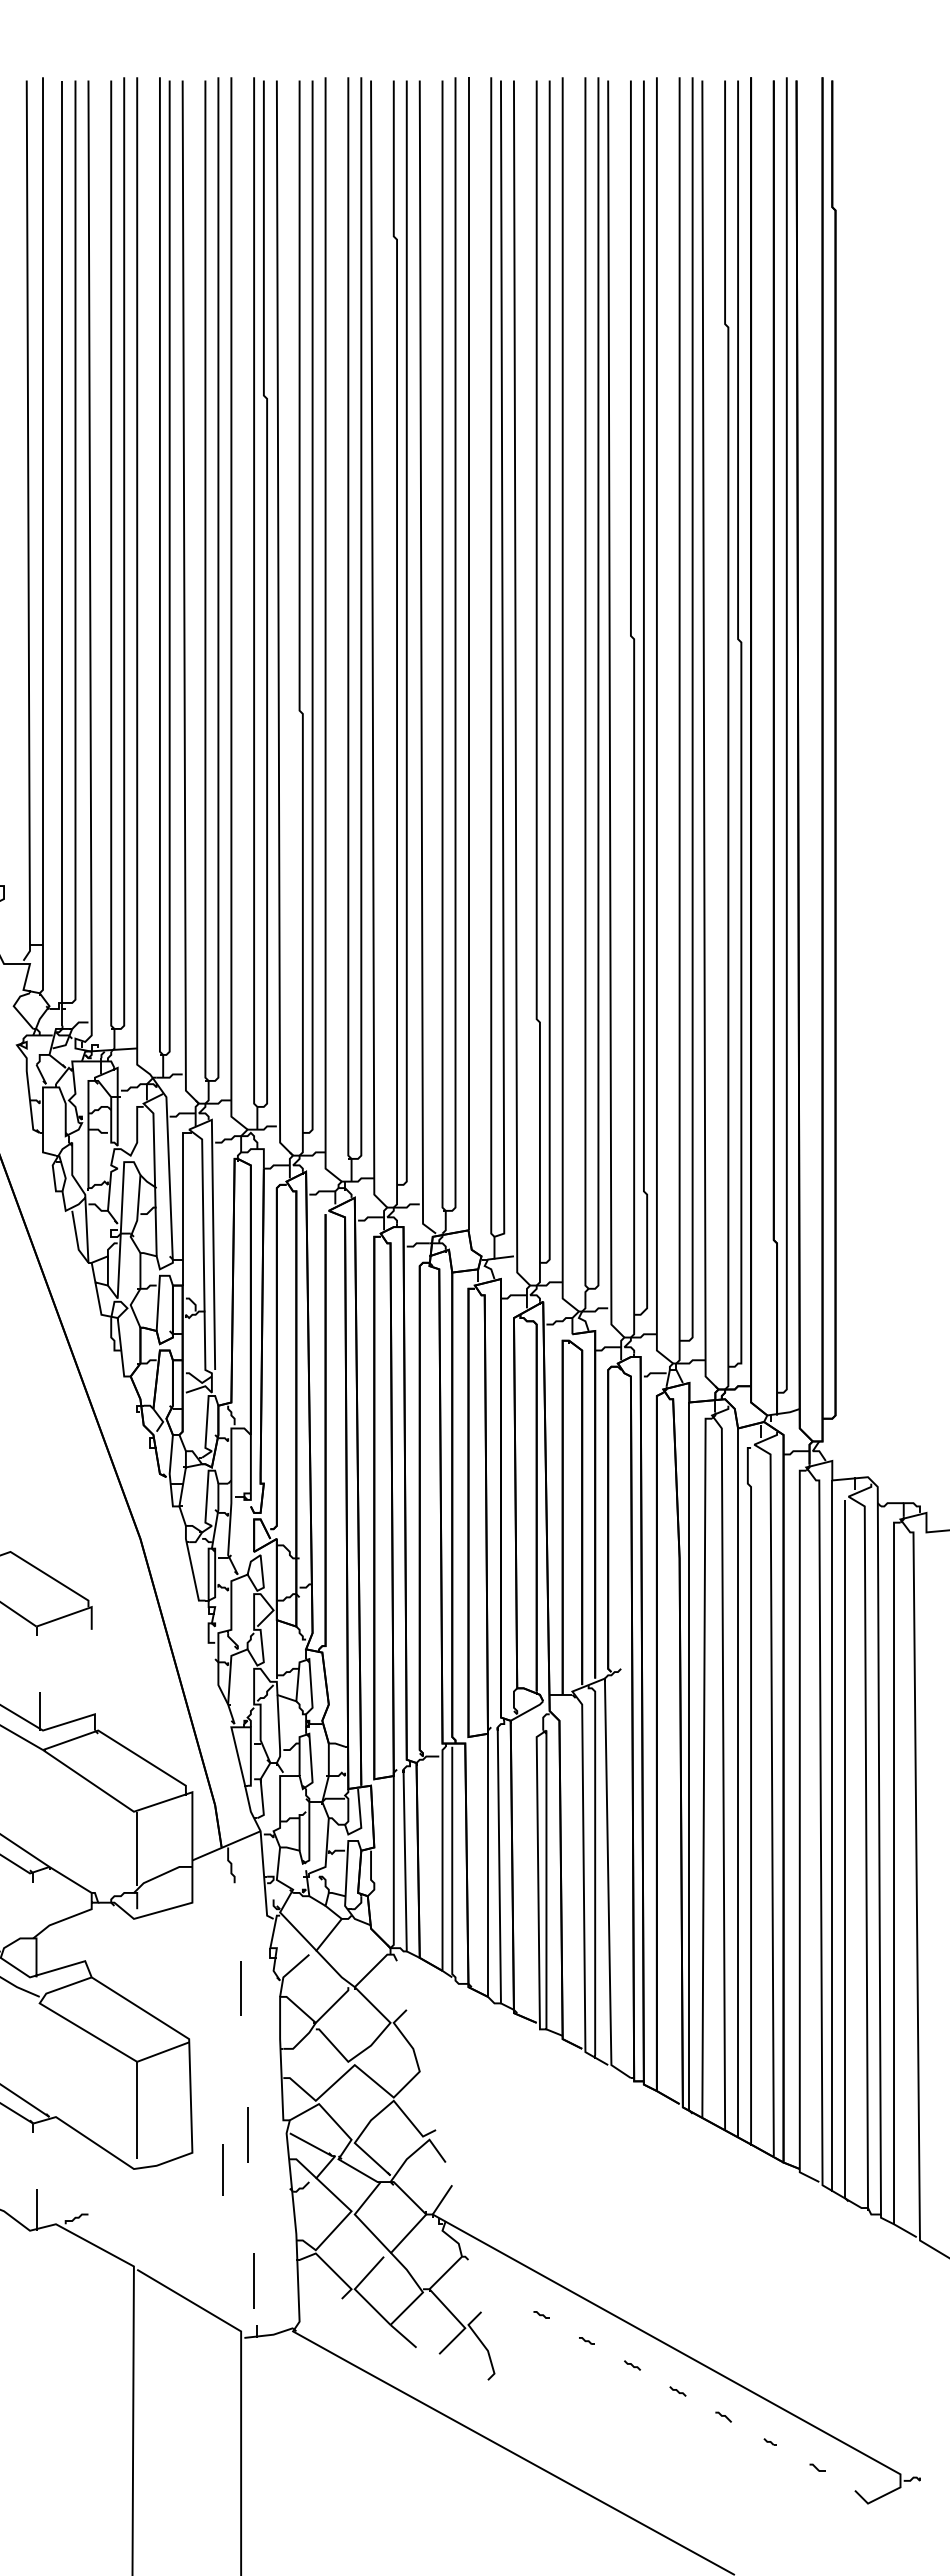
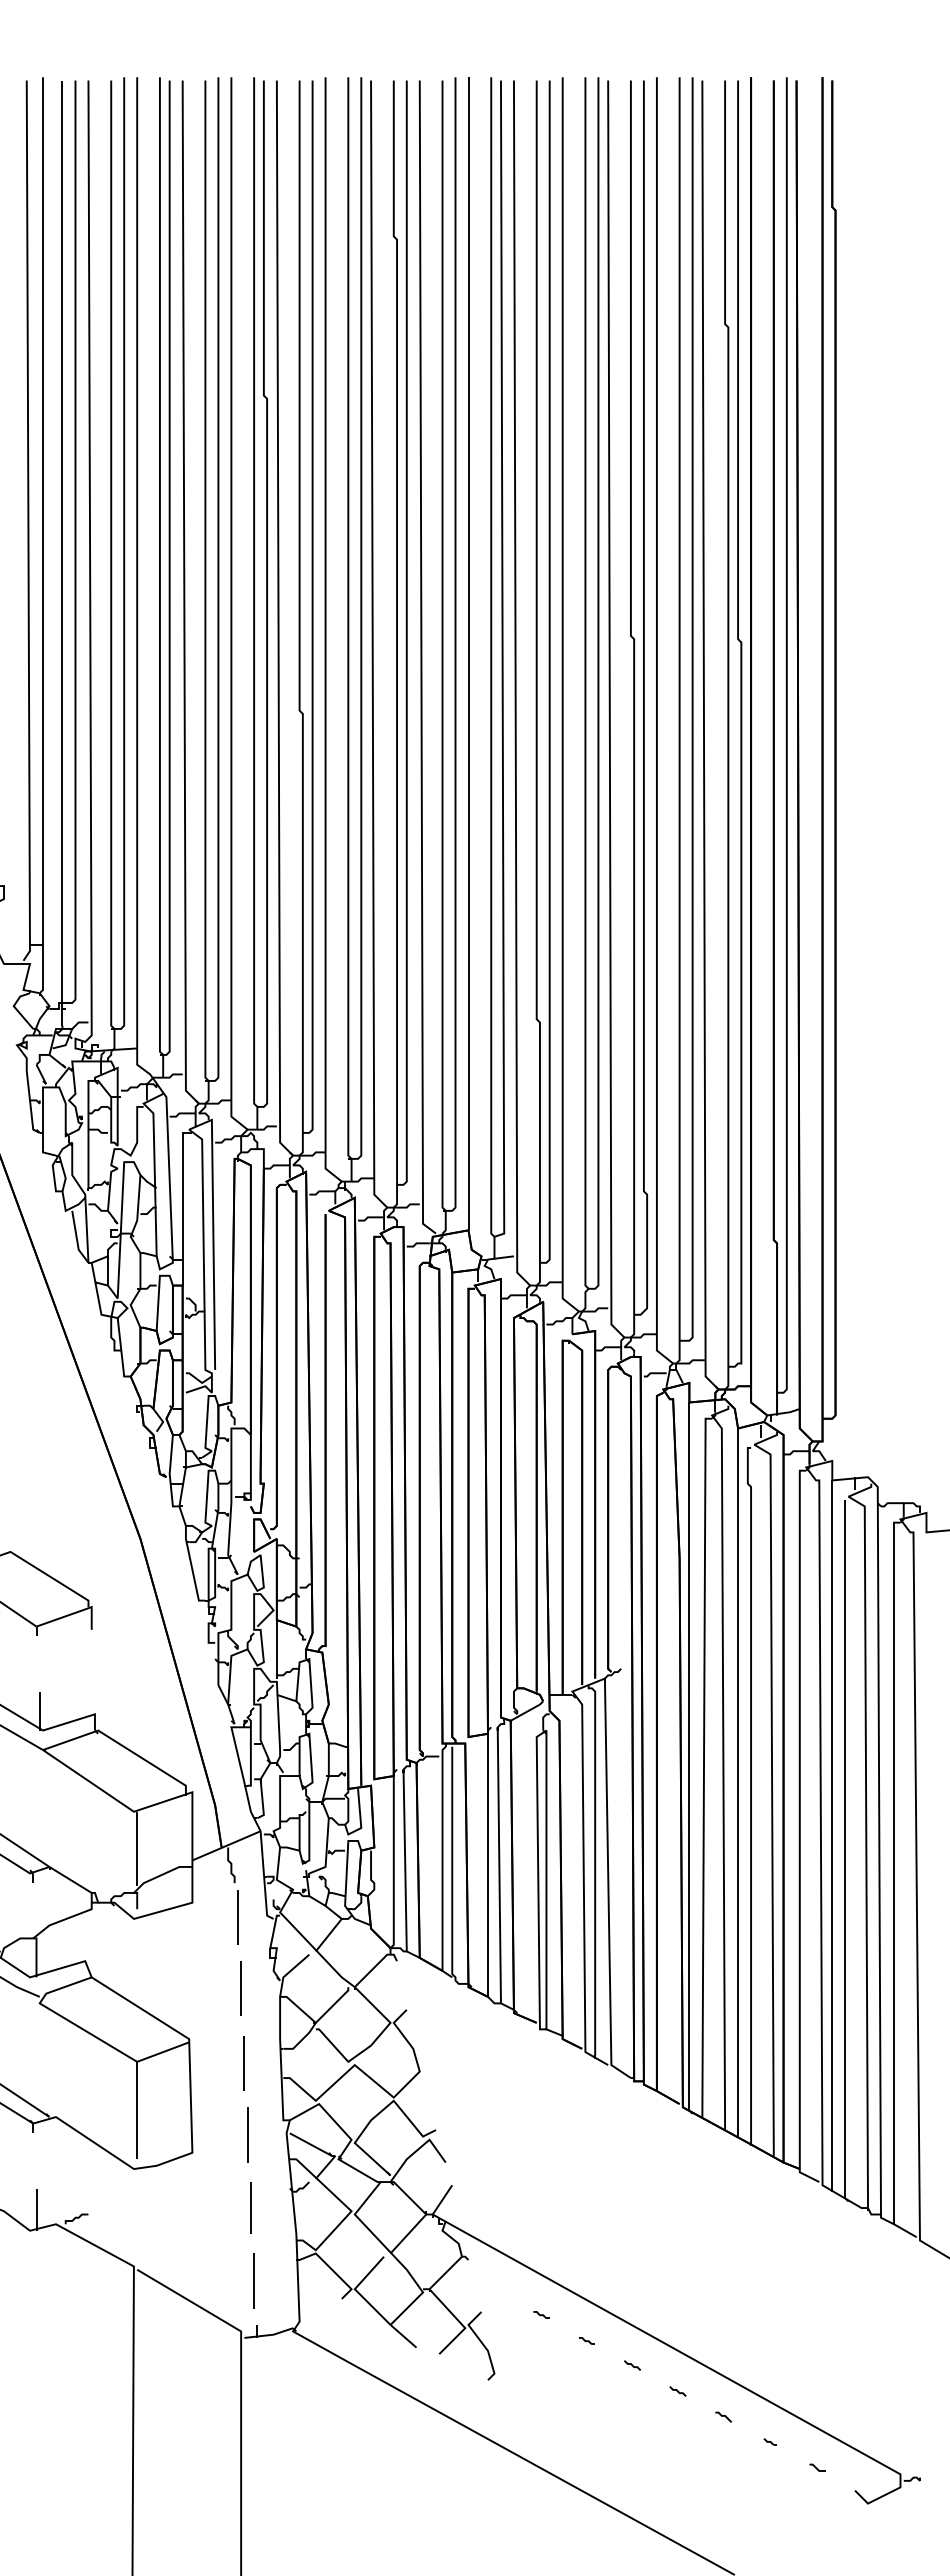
line at (237, 1917): none -> present
line at (243, 2063): none -> present
line at (222, 2169) position: (222, 2169) -> (250, 2207)
